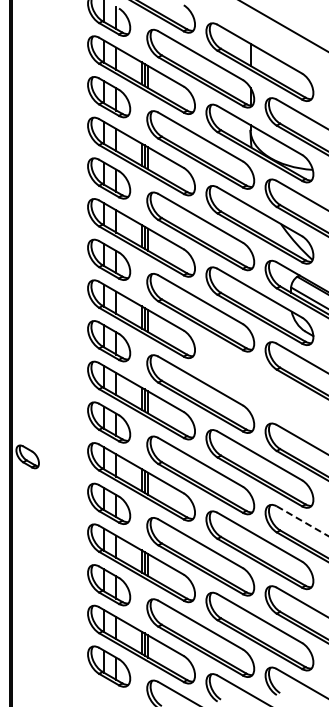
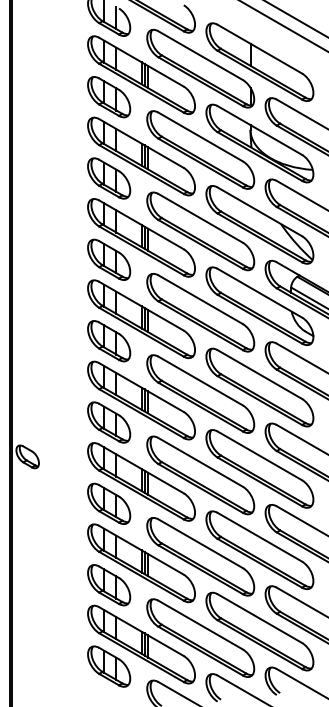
line at (296, 18): none -> present
part at (259, 387): none -> present
line at (302, 521): dashed -> solid
